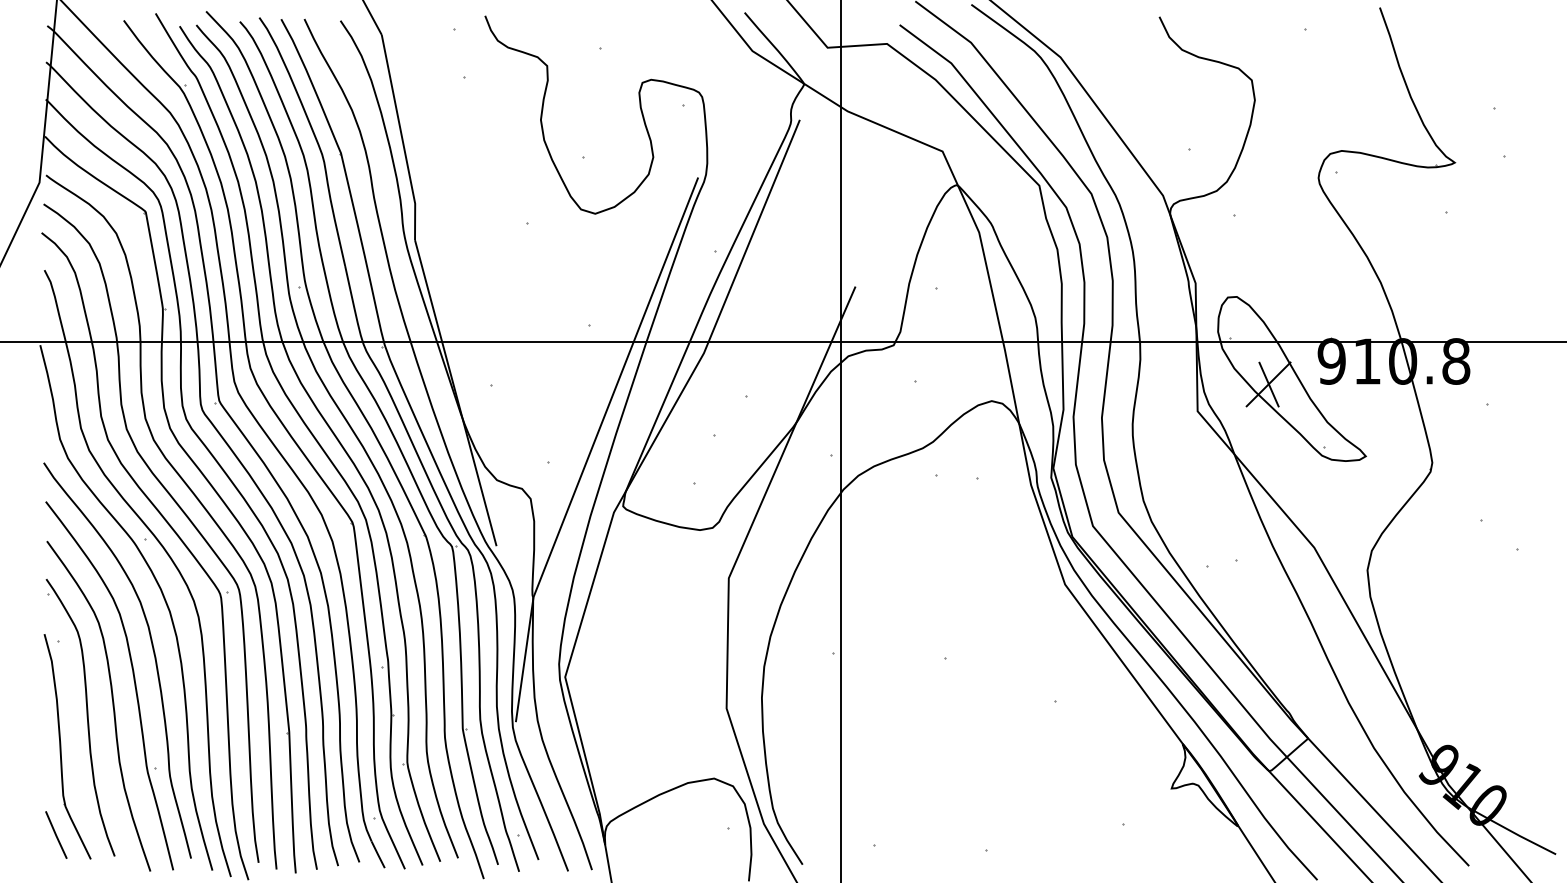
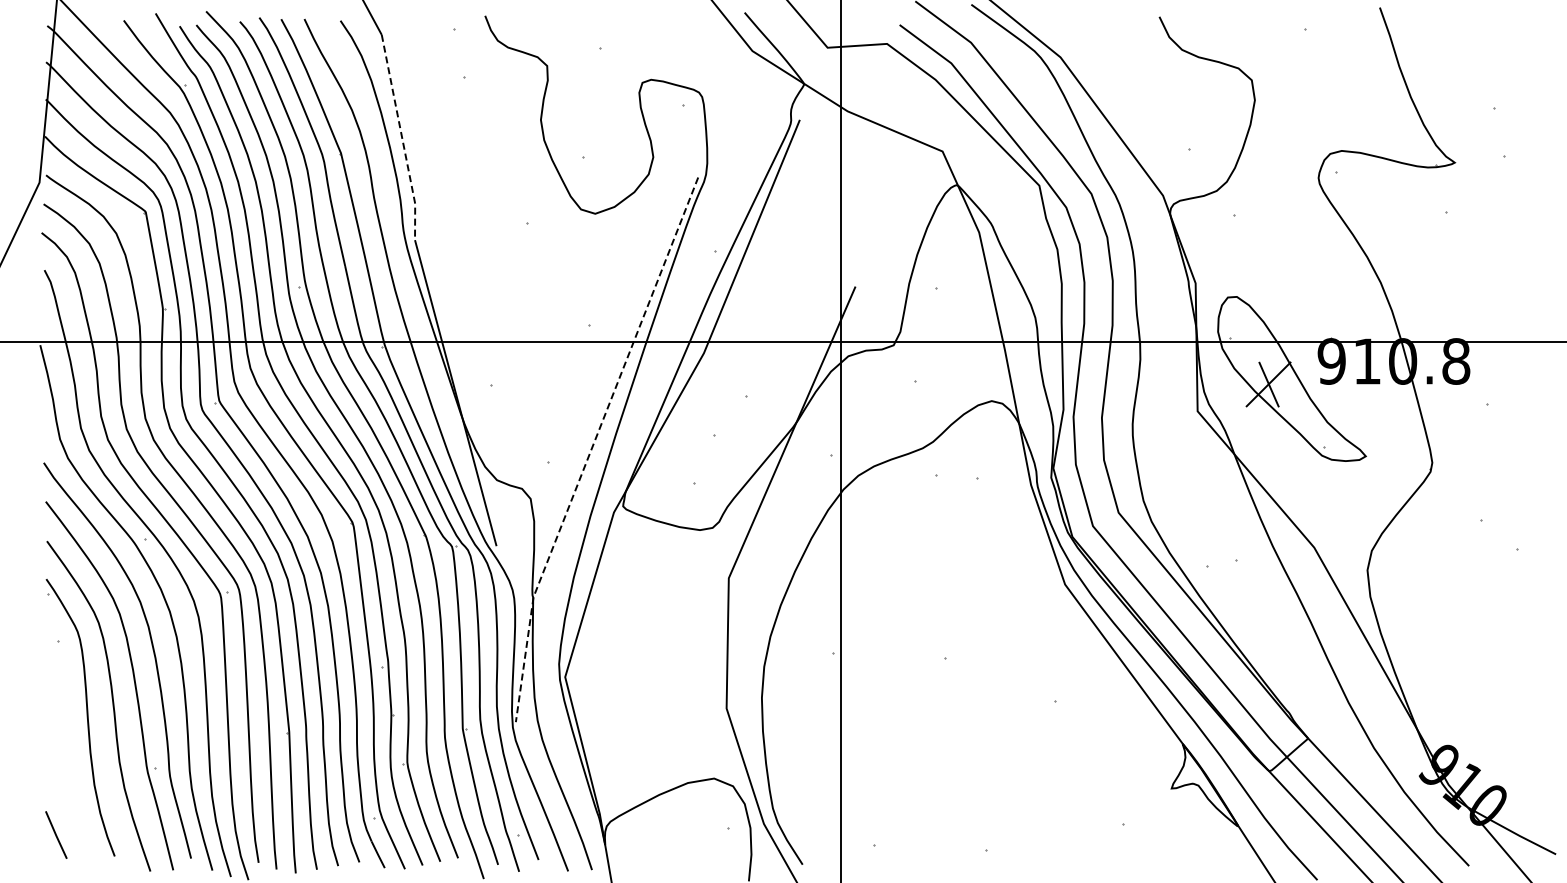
line at (402, 138): solid -> dashed
line at (592, 447): solid -> dashed
part at (67, 746): present -> none
